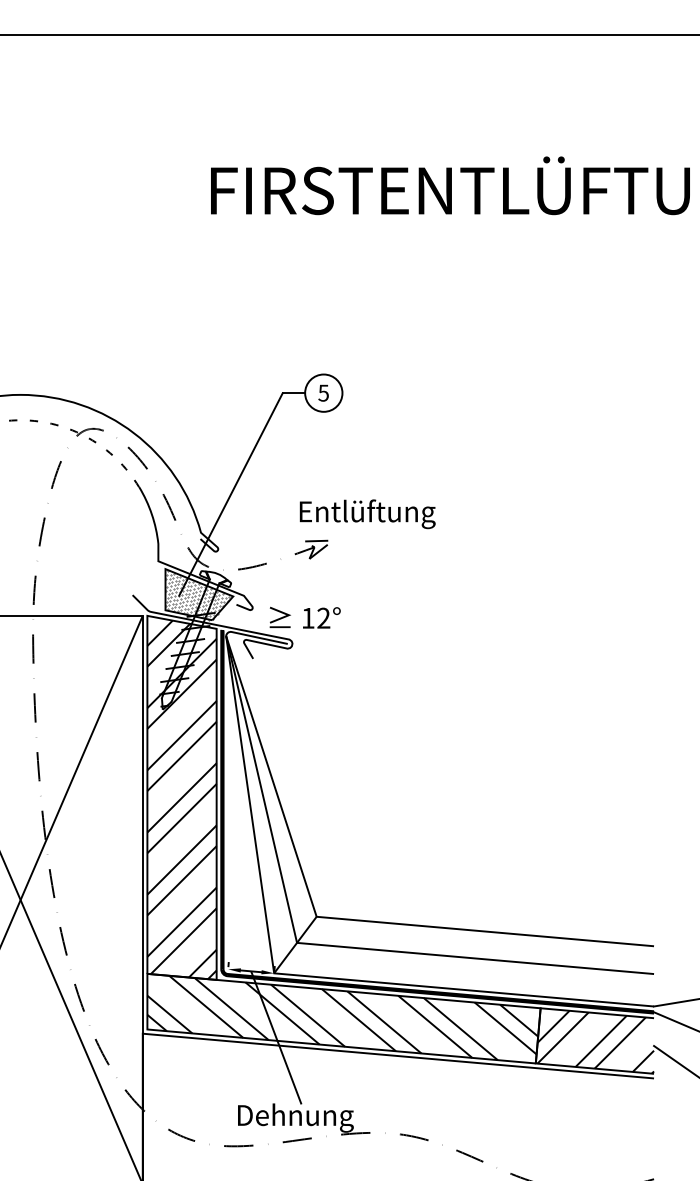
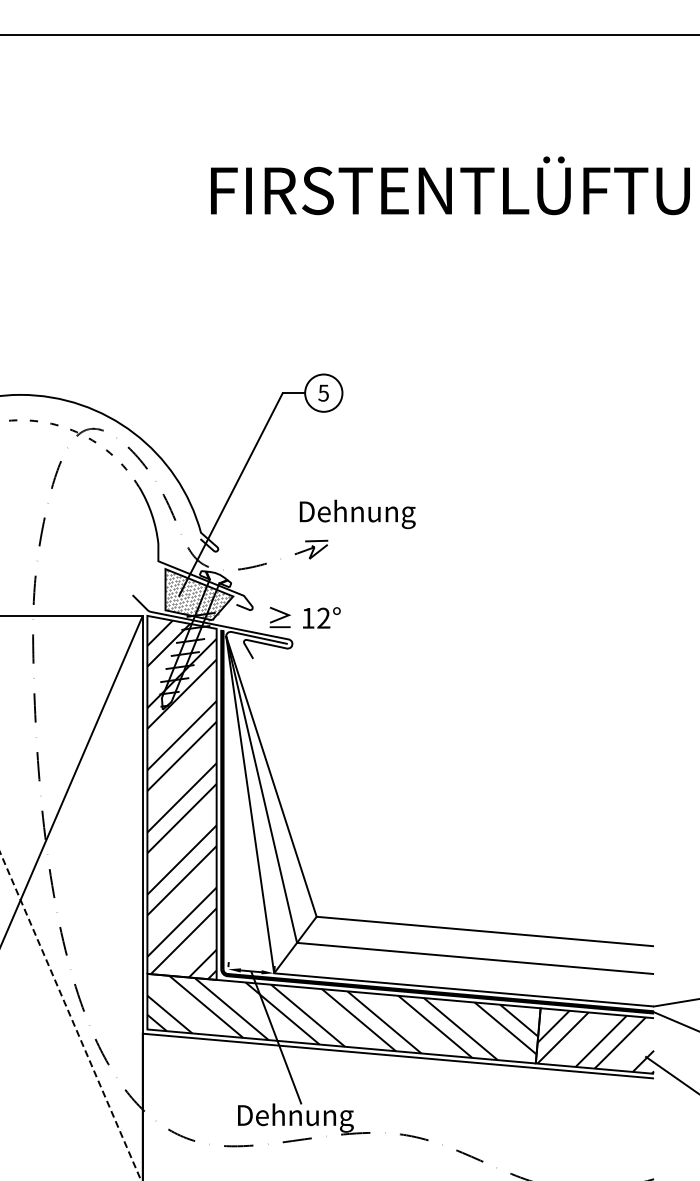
text at (368, 514): Entlüftung -> Dehnung
line at (70, 1017): solid -> dashed
line at (675, 1060) position: (675, 1060) -> (671, 1074)
